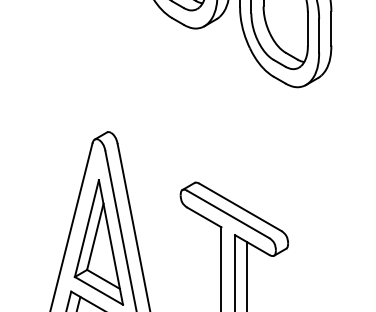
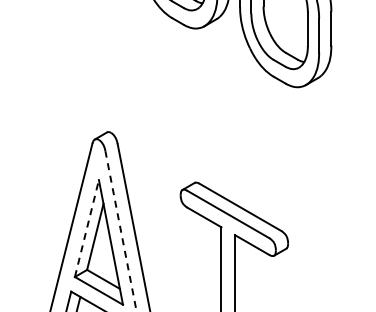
line at (86, 228): solid -> dashed
line at (120, 230): solid -> dashed
line at (247, 275): present -> none
